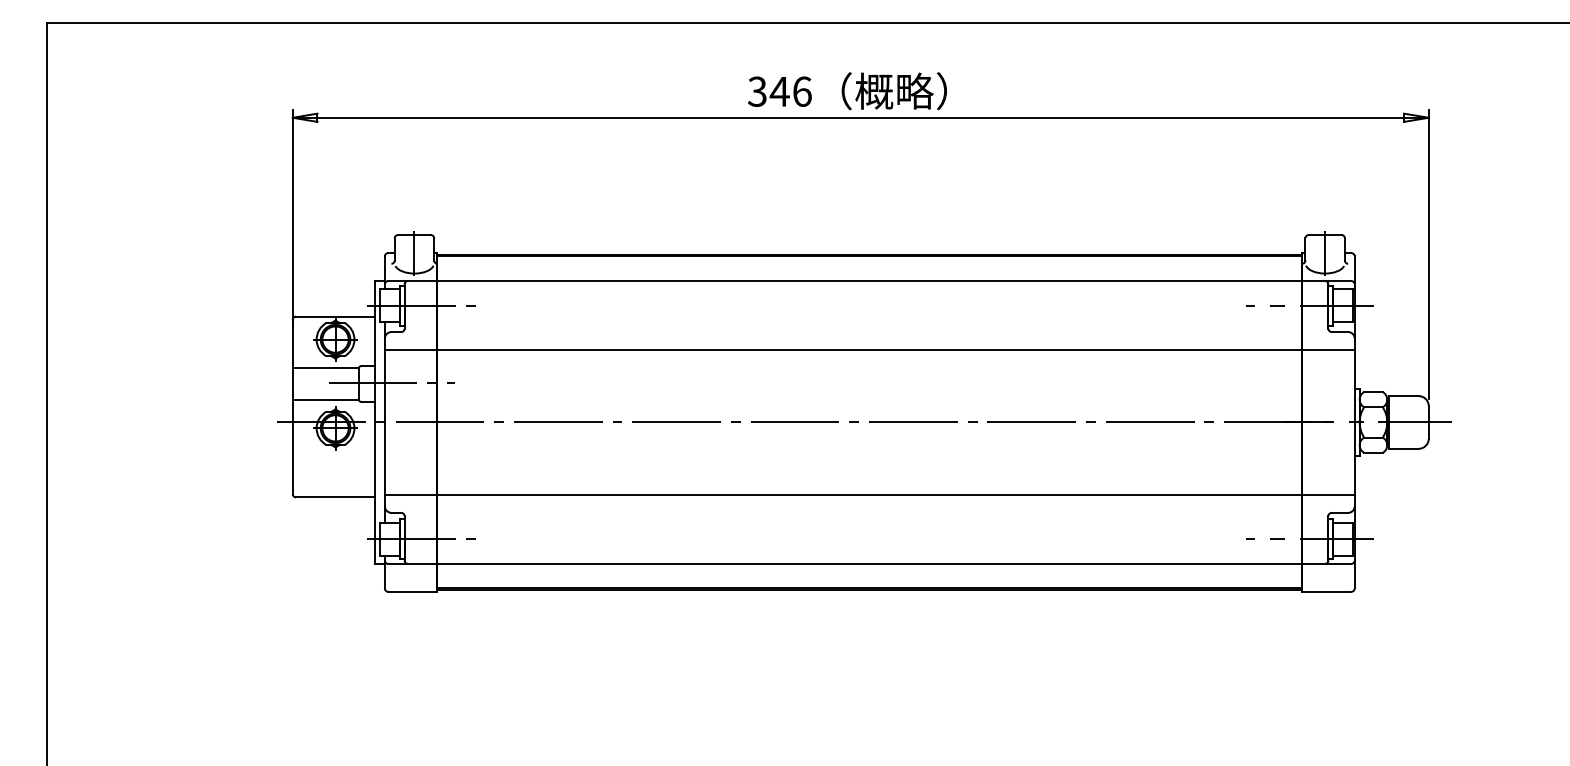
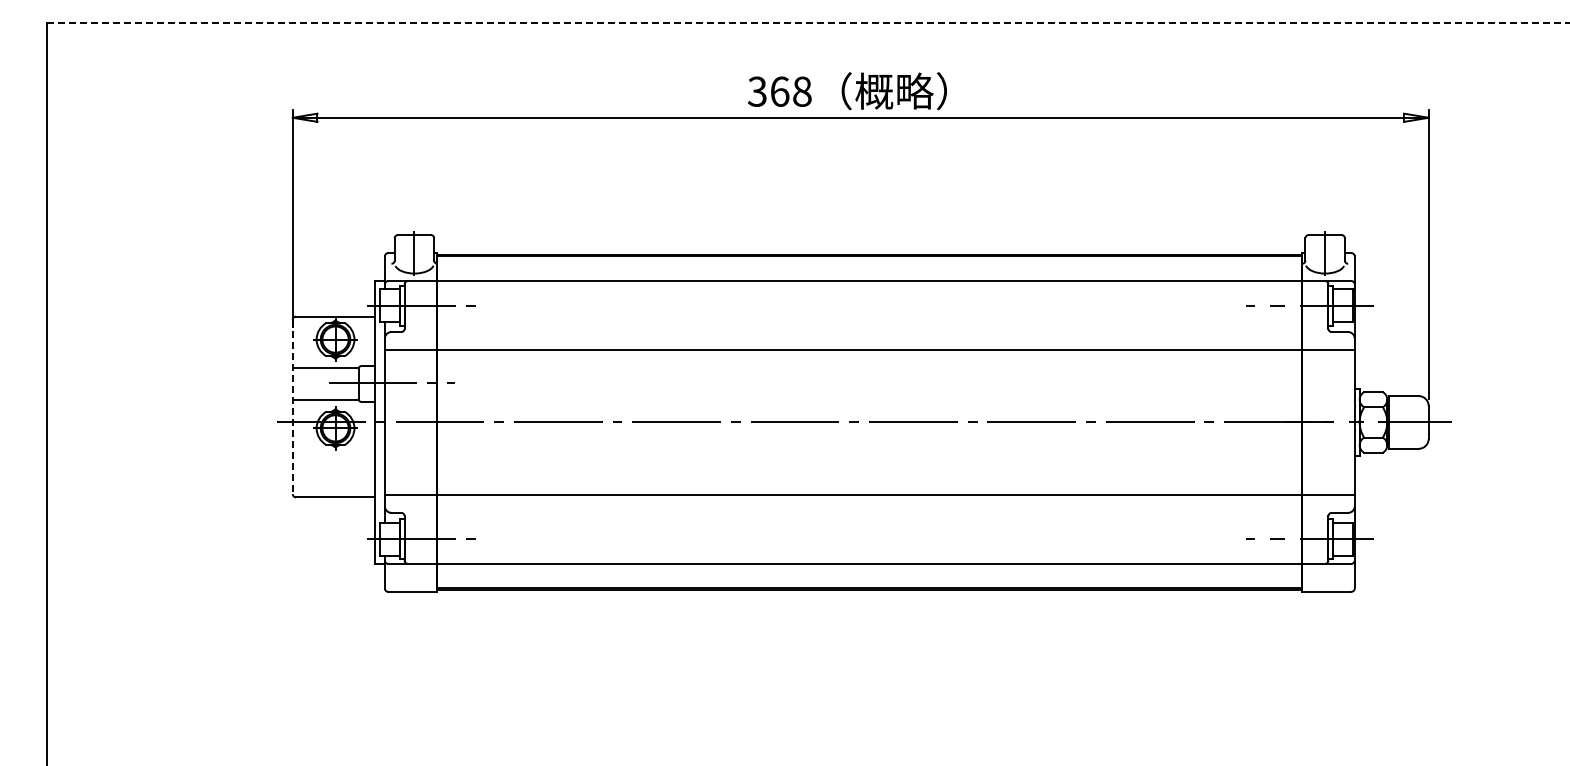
line at (808, 22): solid -> dashed
text at (790, 91): 346 -> 368
line at (292, 407): solid -> dashed
